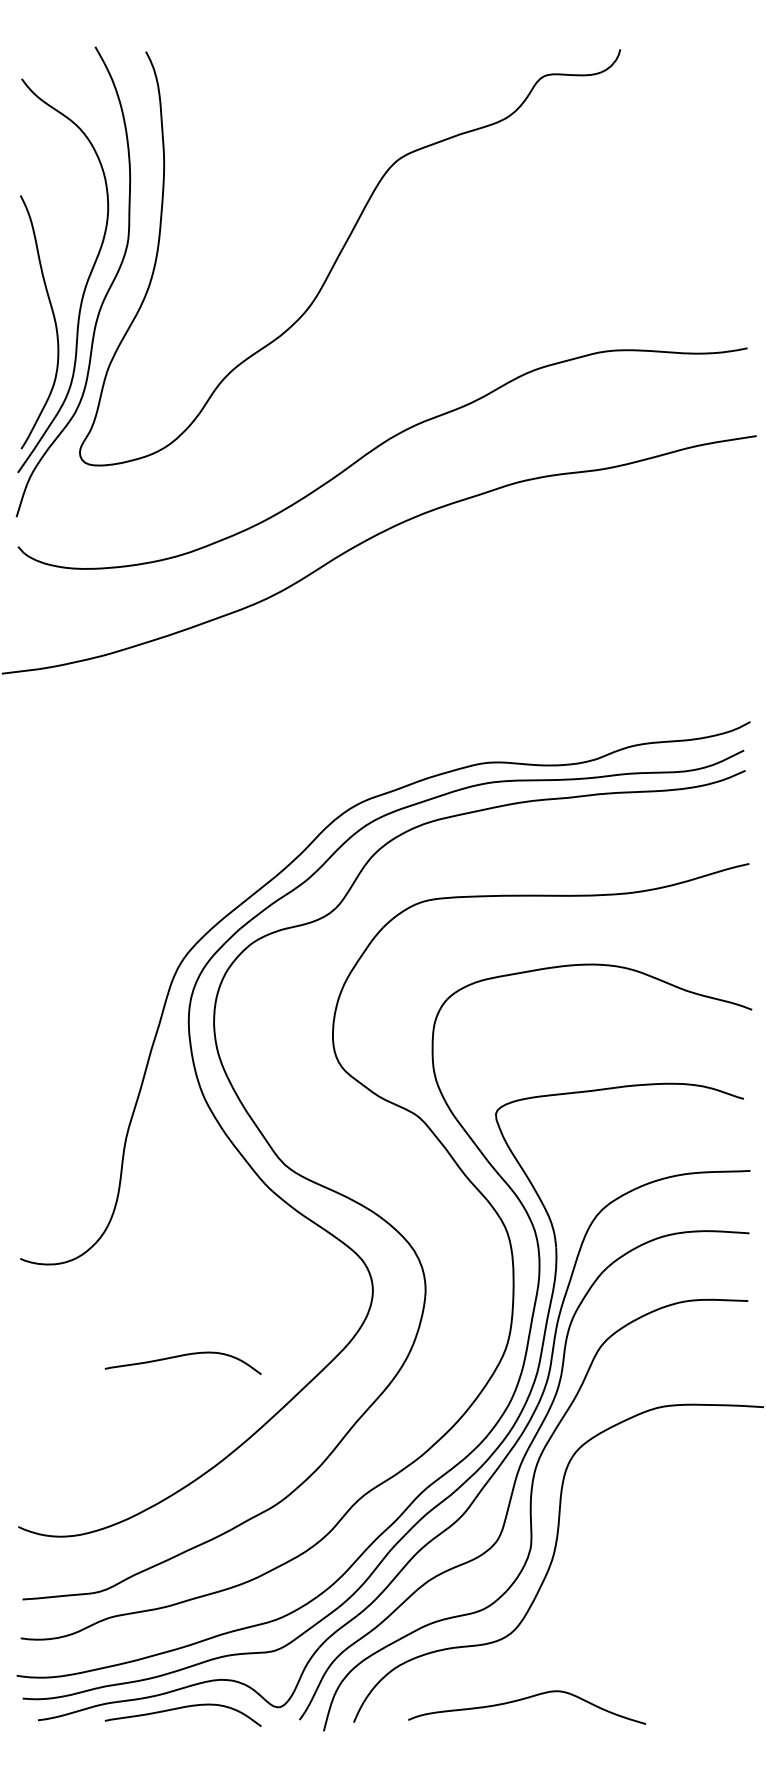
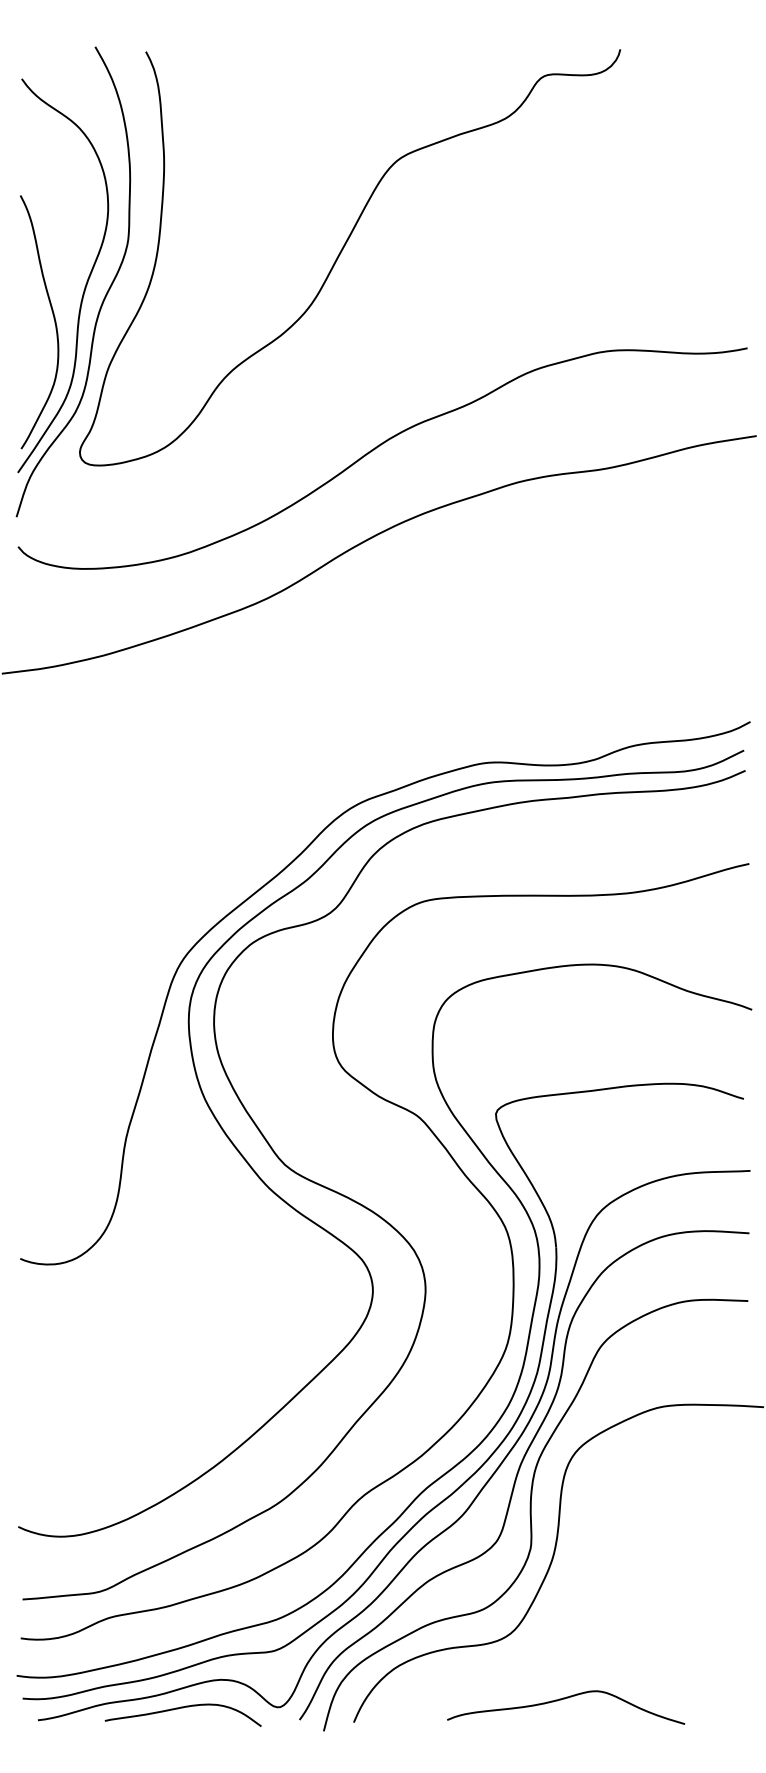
curve at (182, 1356): present -> none
curve at (525, 1699) position: (525, 1699) -> (564, 1699)
